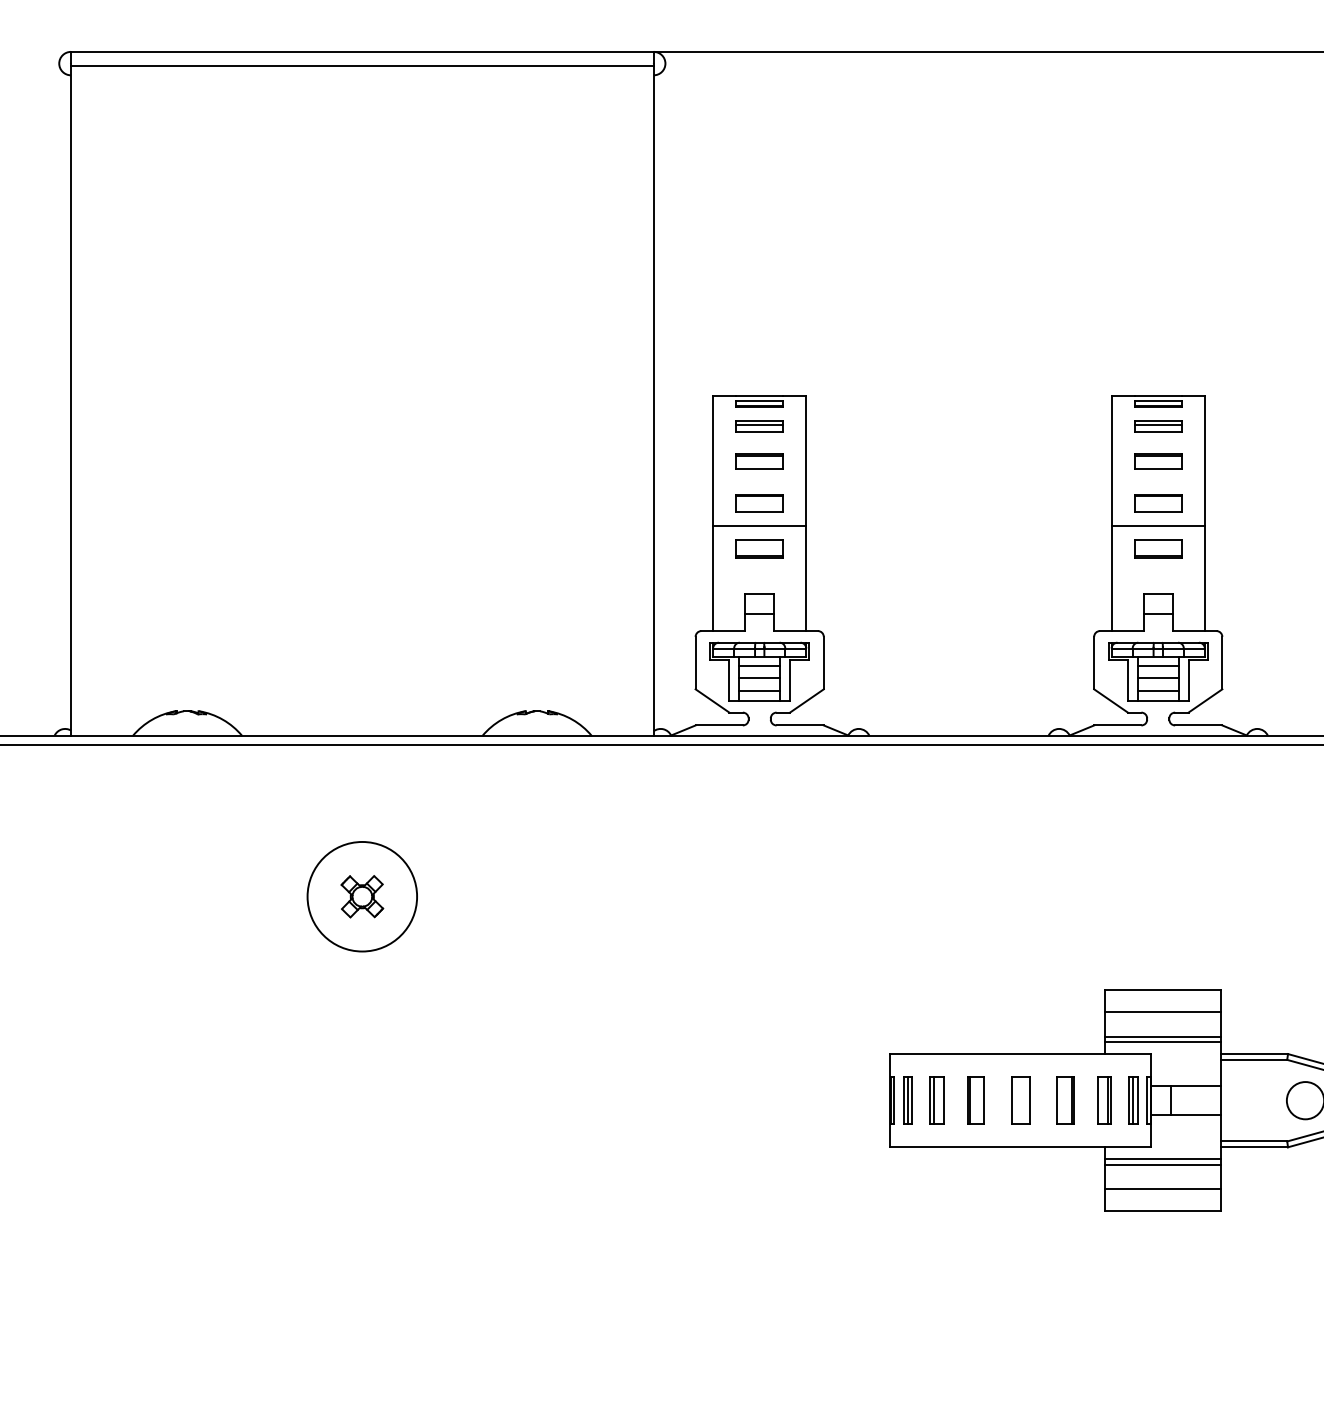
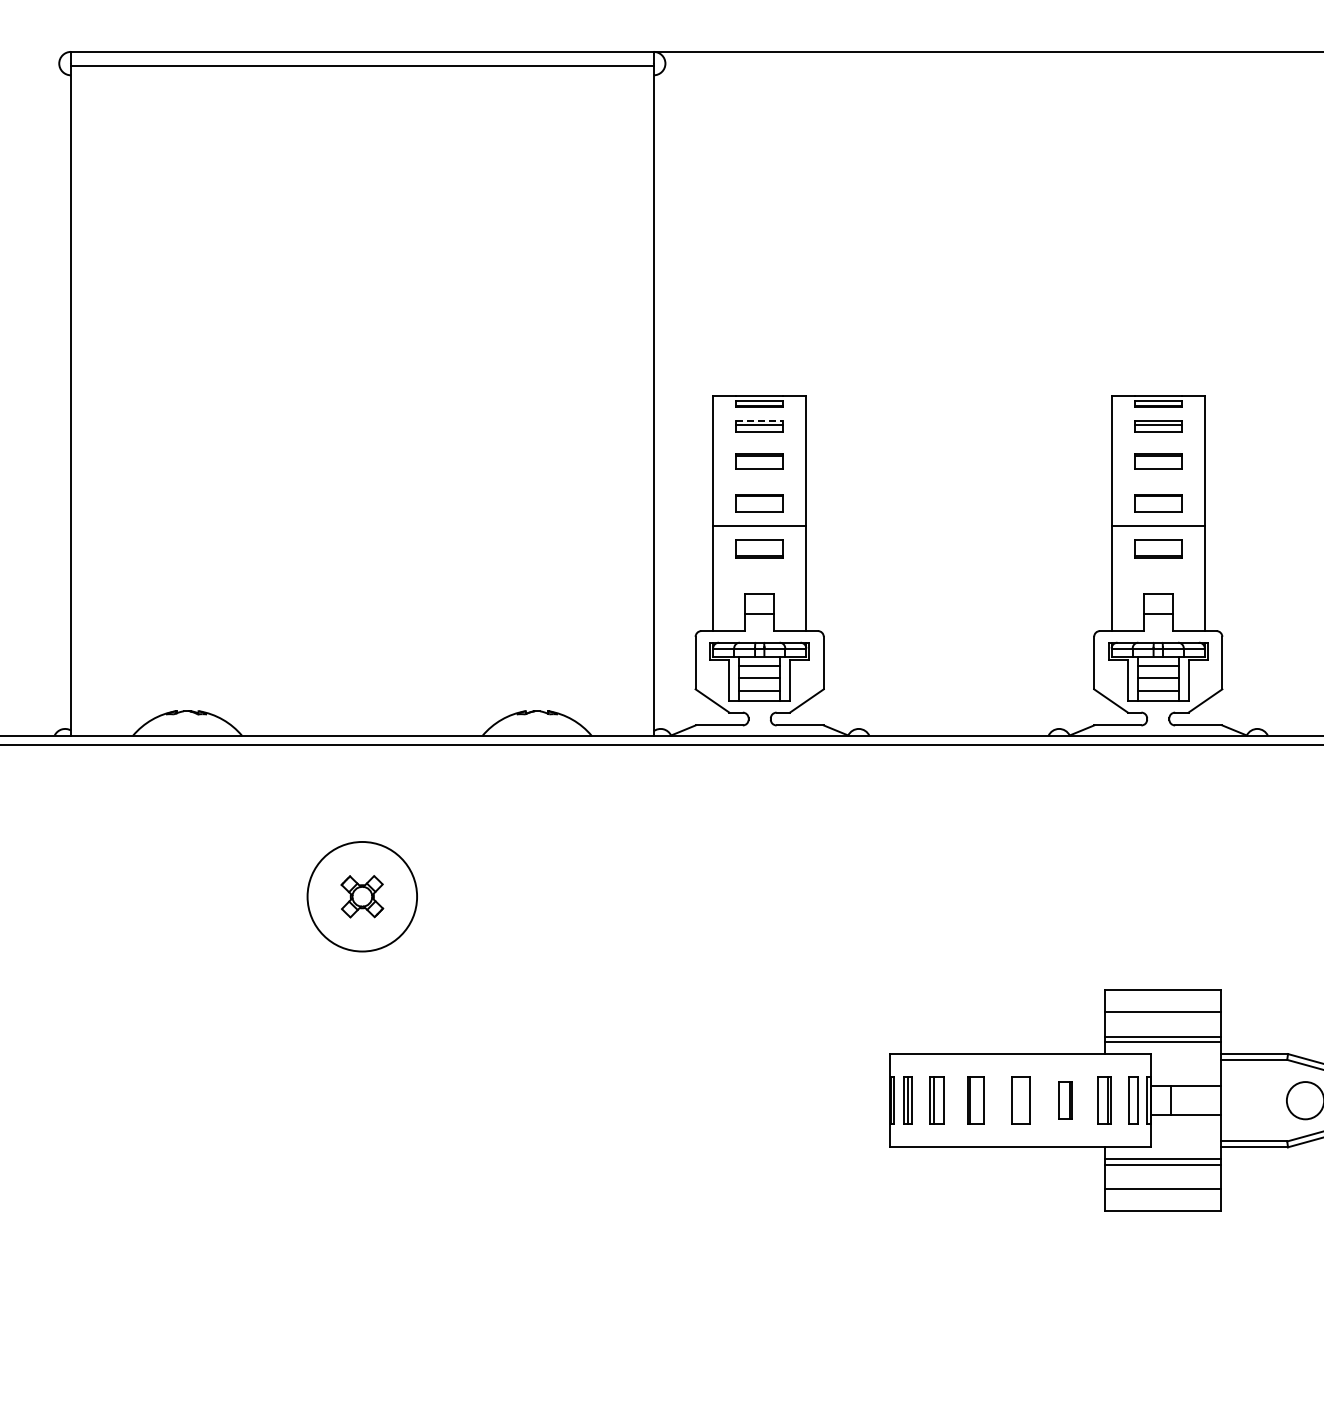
line at (760, 420): solid -> dashed
part at (1065, 1100) size: 19x49 px -> 15x39 px
line at (1133, 1100): present -> none
